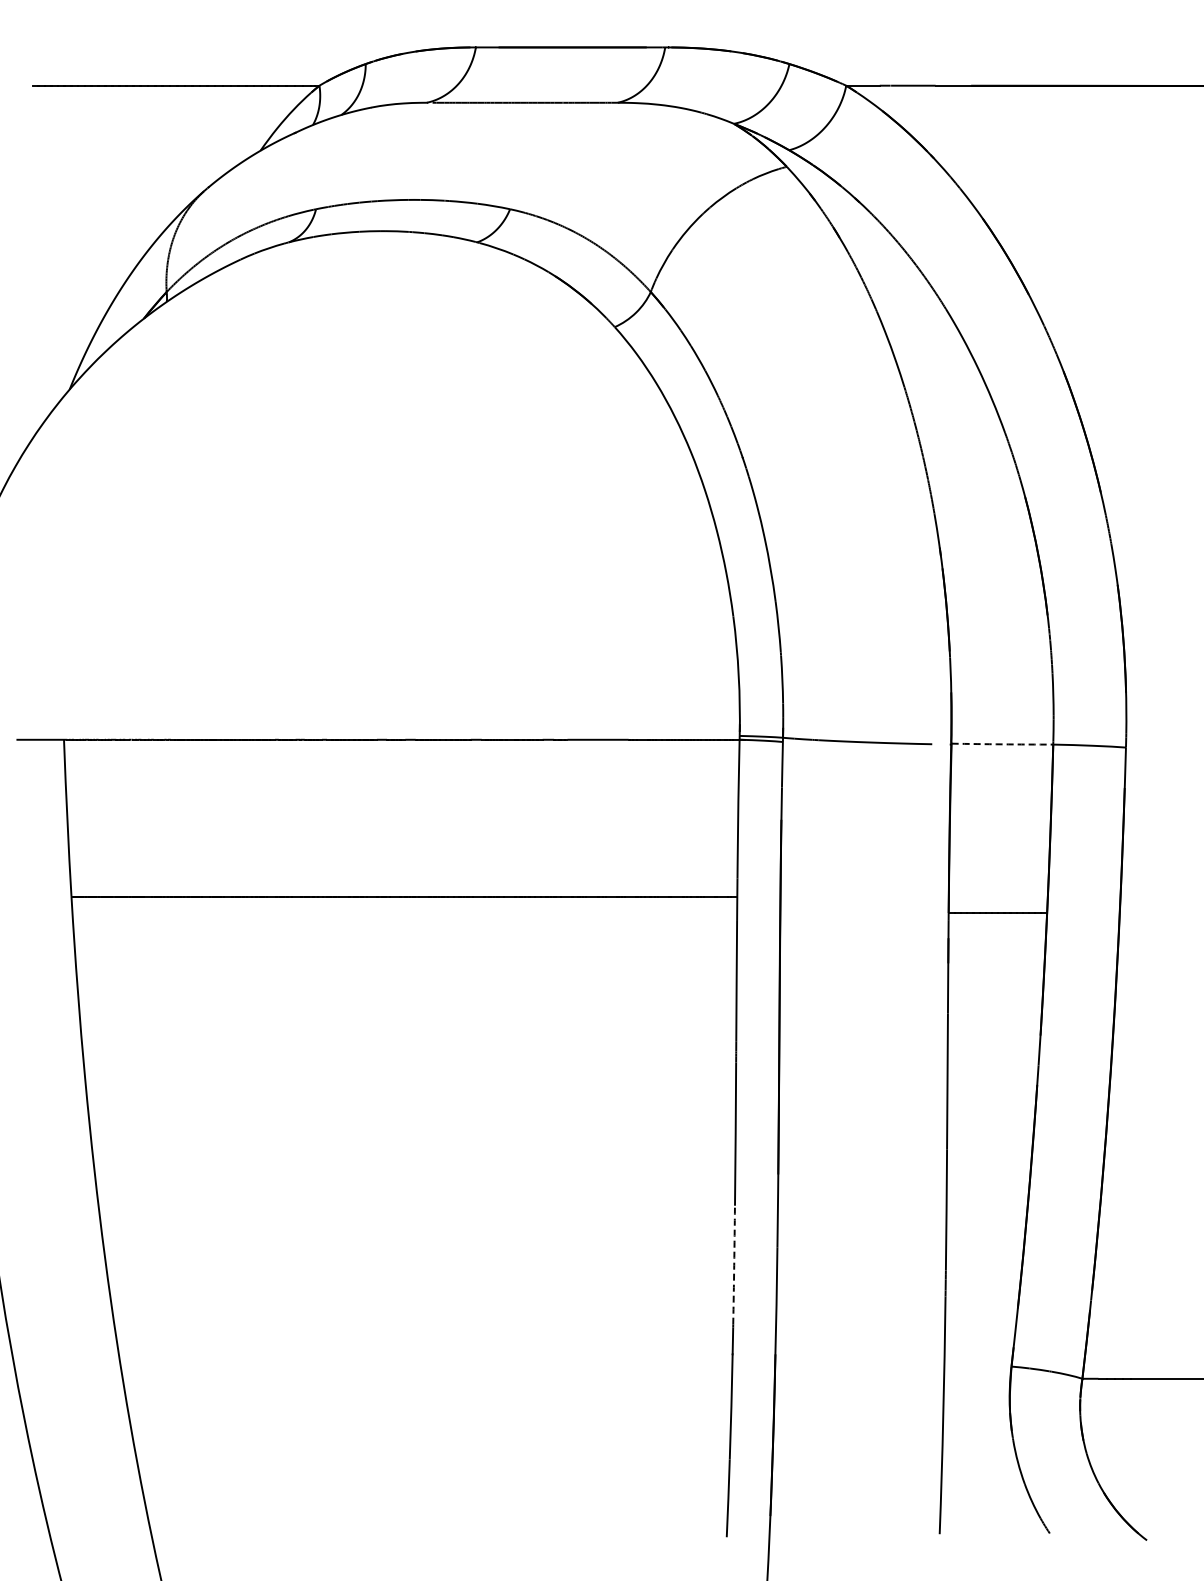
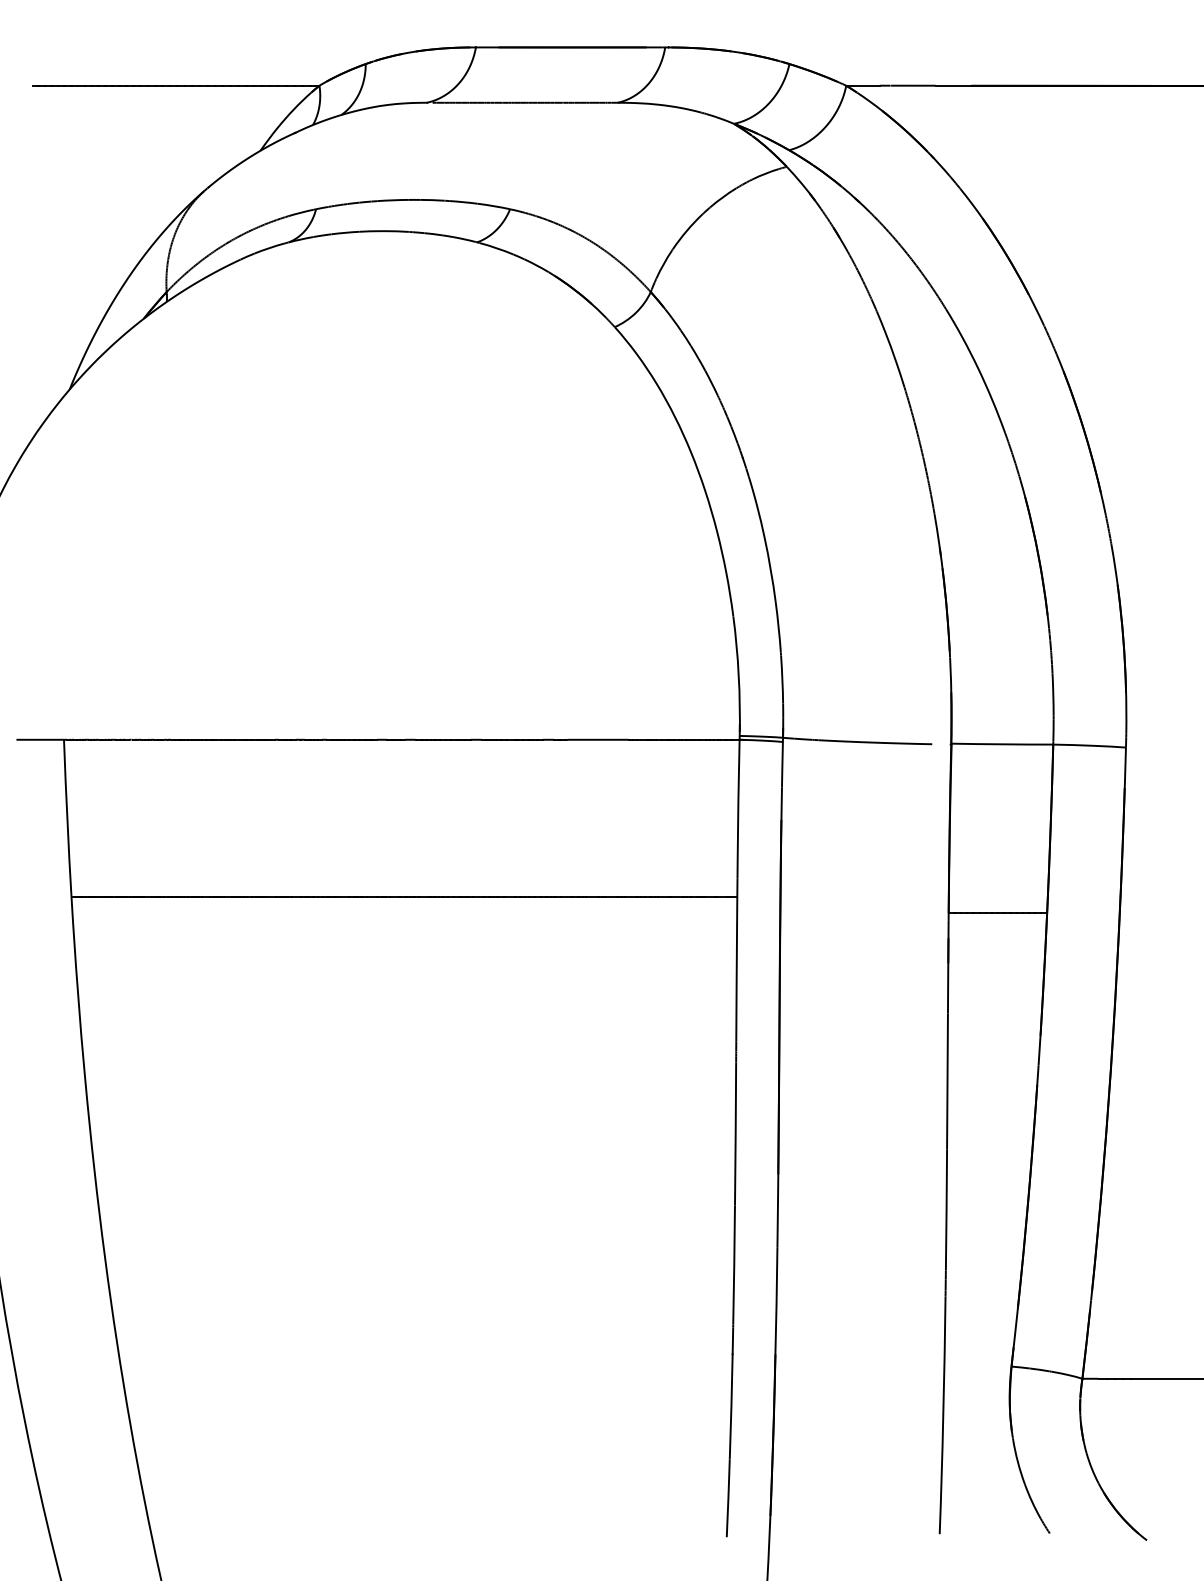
arc at (1002, 744): dashed -> solid
arc at (734, 1265): dashed -> solid
